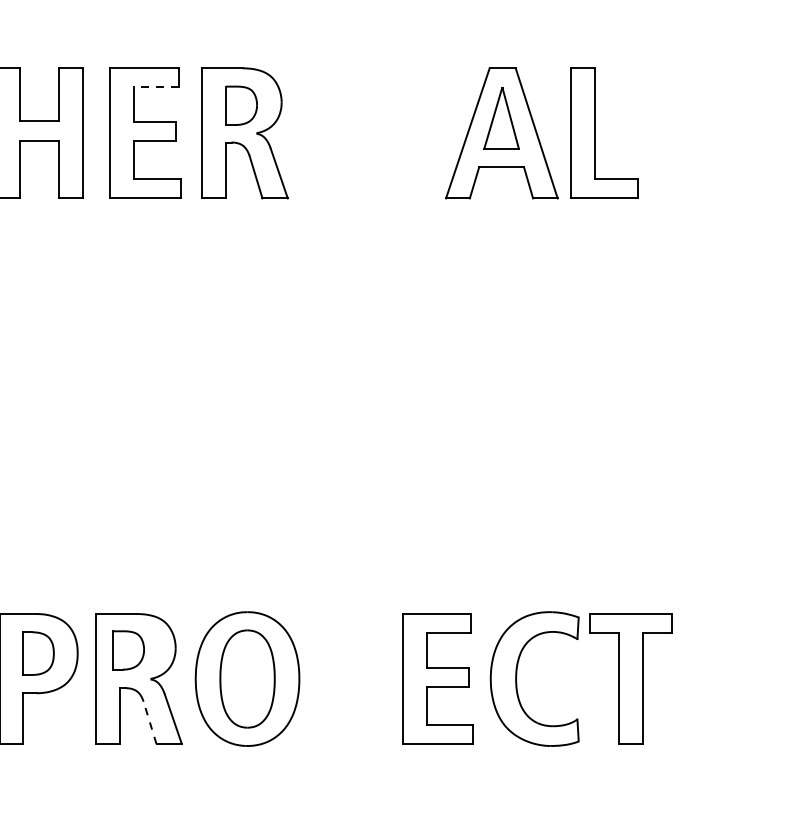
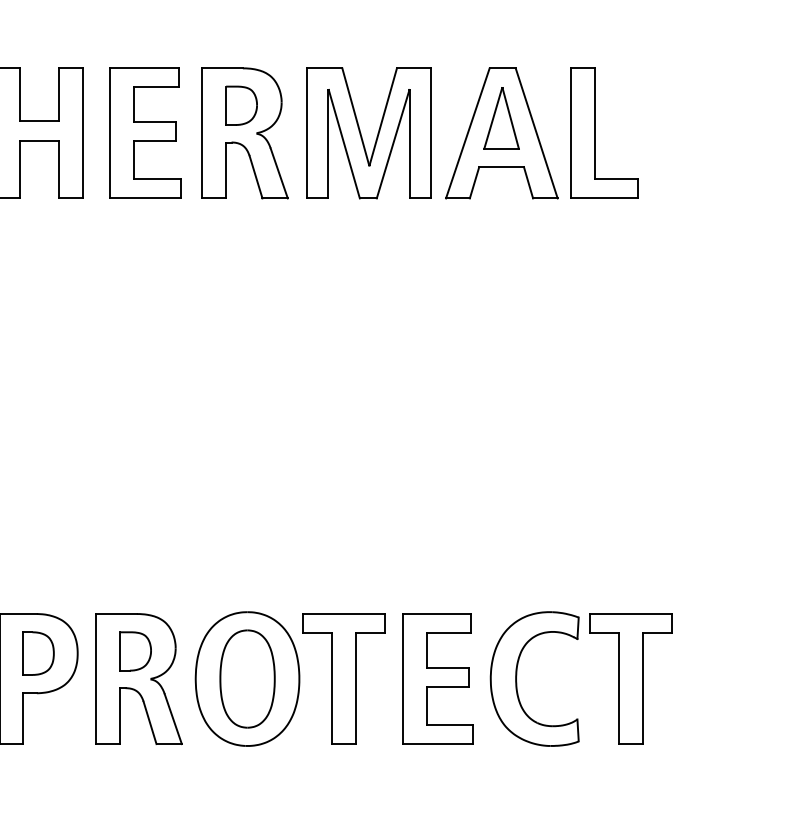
line at (155, 87): dashed -> solid
part at (362, 136): none -> present
part at (128, 650) position: (128, 650) -> (135, 651)
part at (343, 678): none -> present
line at (149, 722): dashed -> solid
